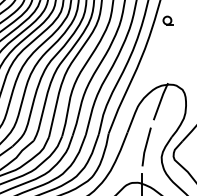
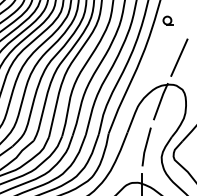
line at (179, 57): none -> present
